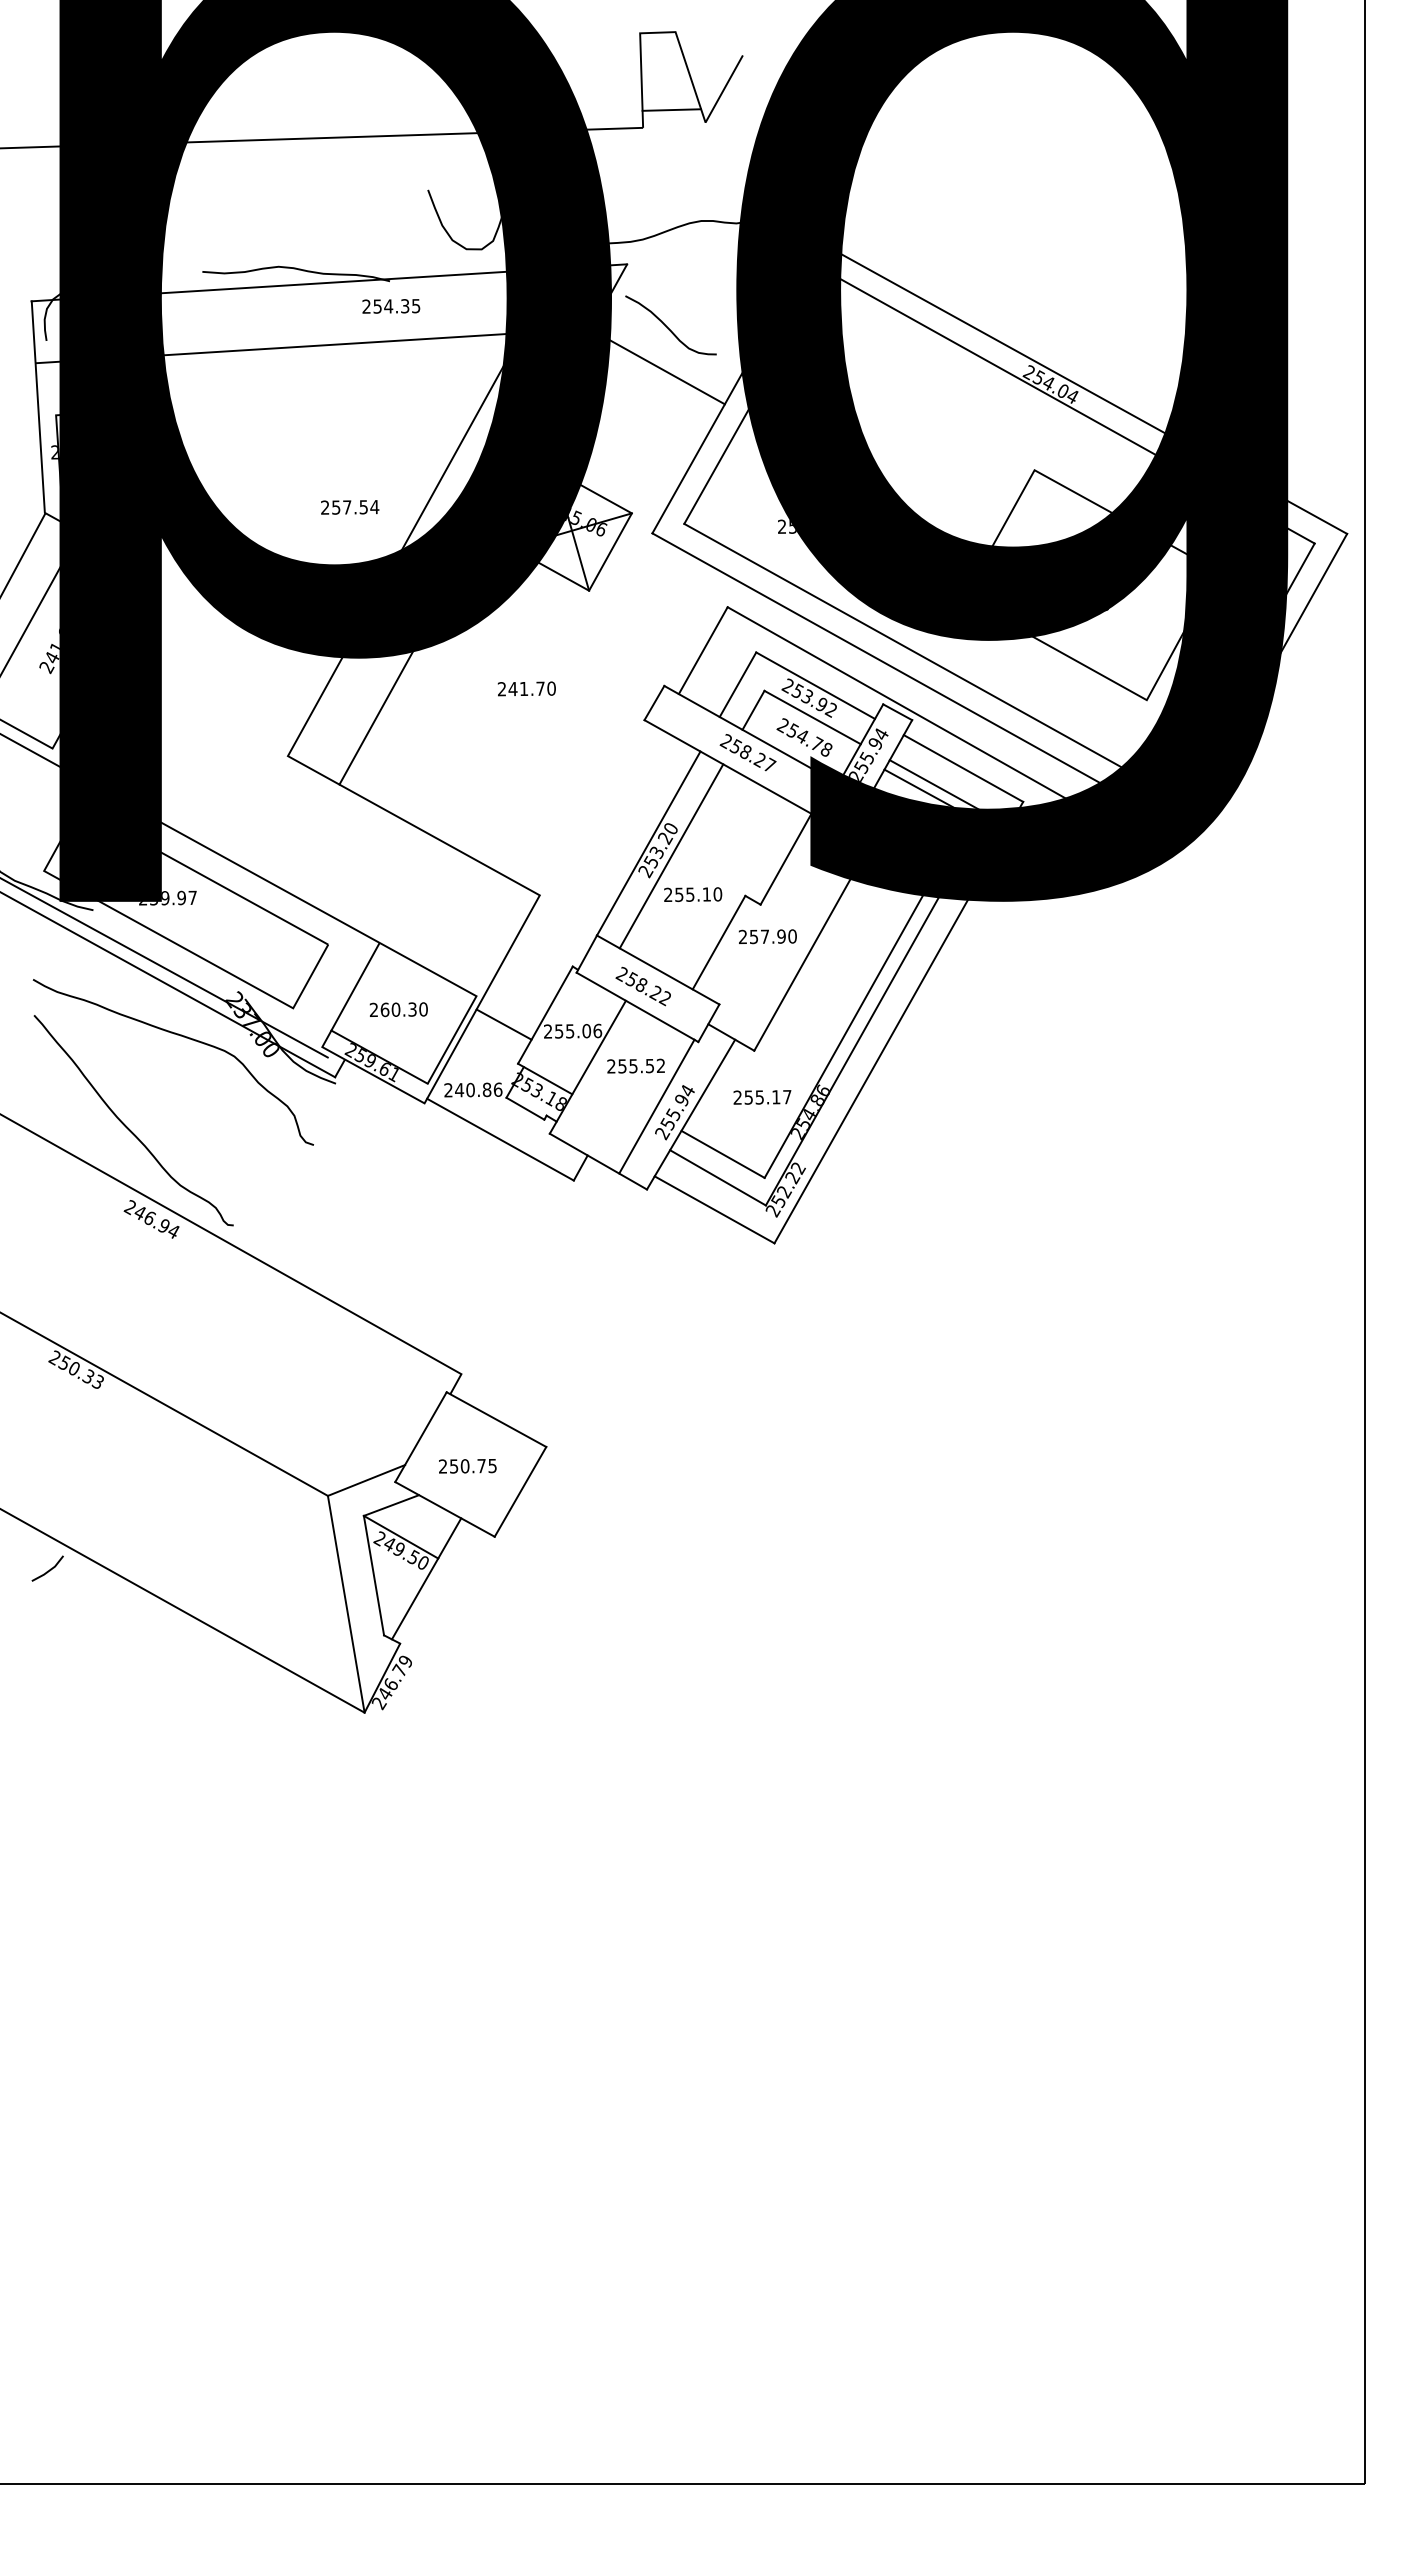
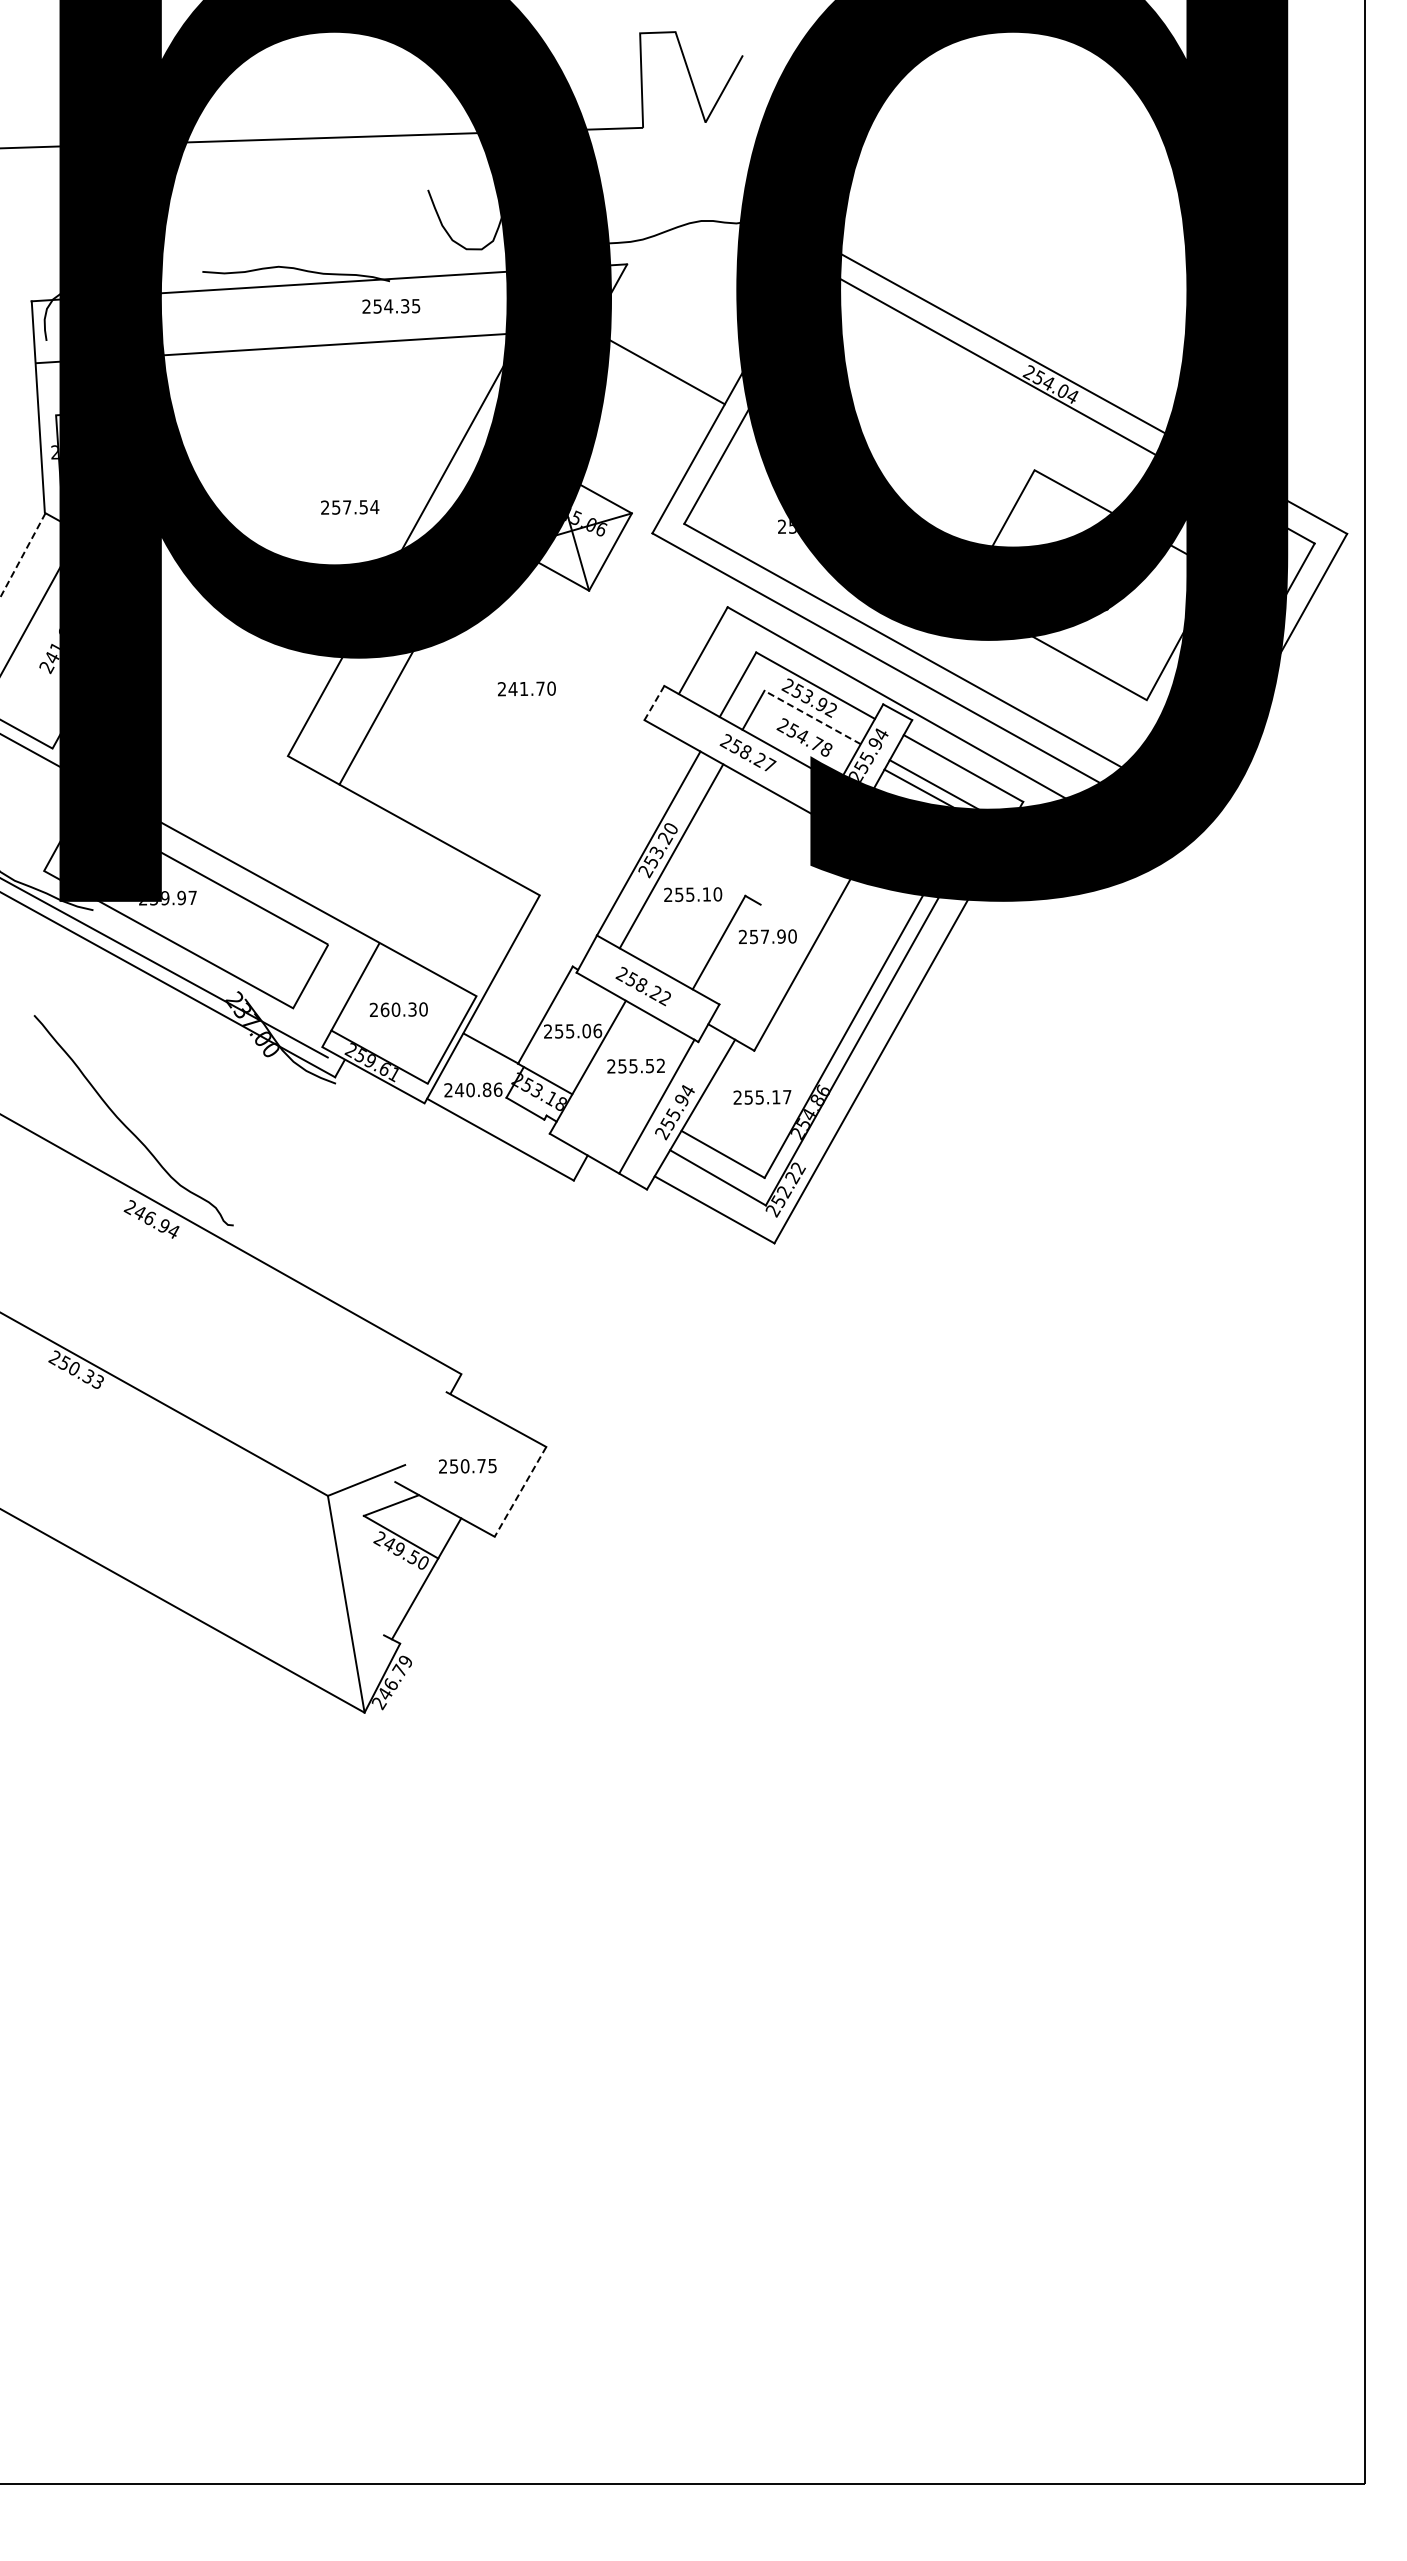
line at (671, 109): present -> none
curve at (668, 327): present -> none
line at (22, 555): solid -> dashed
line at (654, 703): solid -> dashed
line at (812, 717): solid -> dashed
line at (785, 858): present -> none
line at (503, 1024) position: (503, 1024) -> (490, 1048)
curve at (180, 1036): present -> none
line at (420, 1437): present -> none
line at (520, 1491): solid -> dashed
line at (47, 1570): present -> none
line at (373, 1575): present -> none
